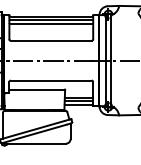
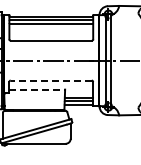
line at (50, 80): solid -> dashed
line at (37, 89): solid -> dashed
